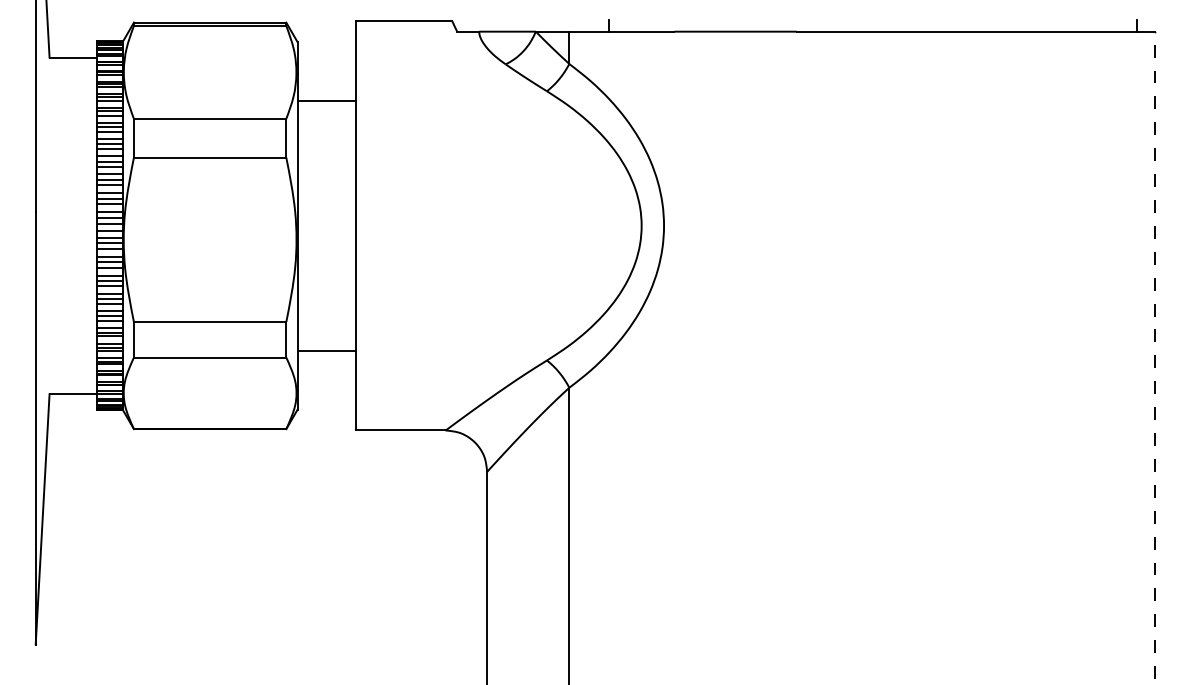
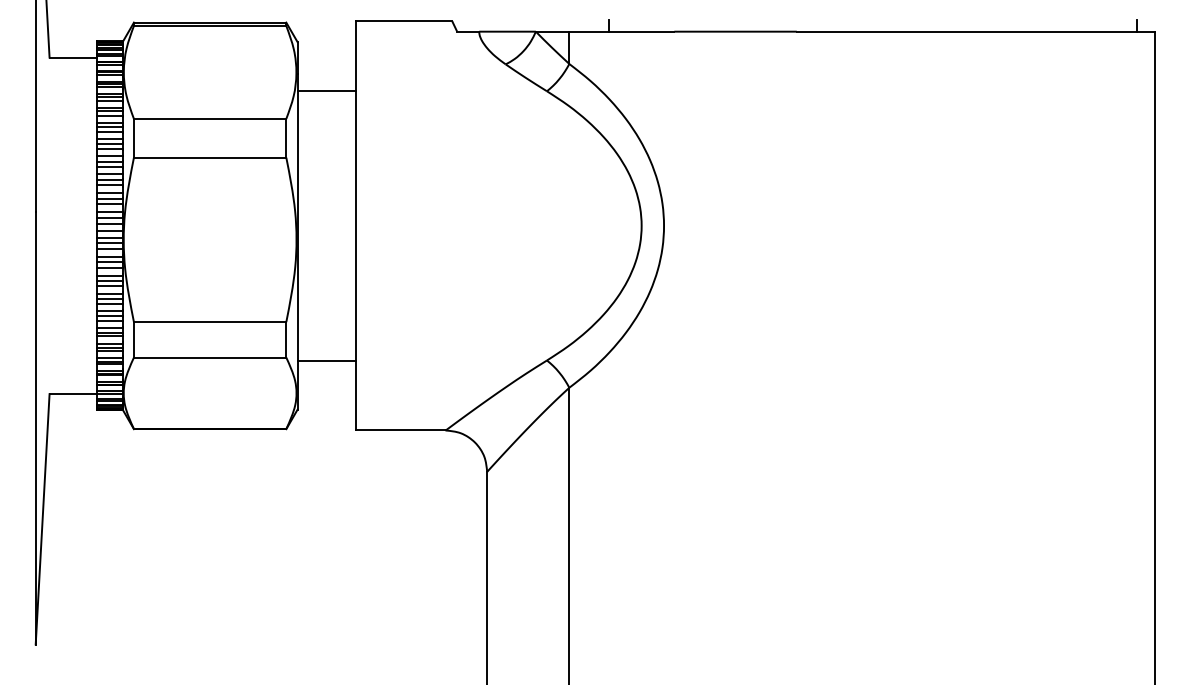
line at (326, 101) position: (326, 101) -> (326, 91)
line at (326, 350) position: (326, 350) -> (326, 360)
line at (1155, 357): dashed -> solid
